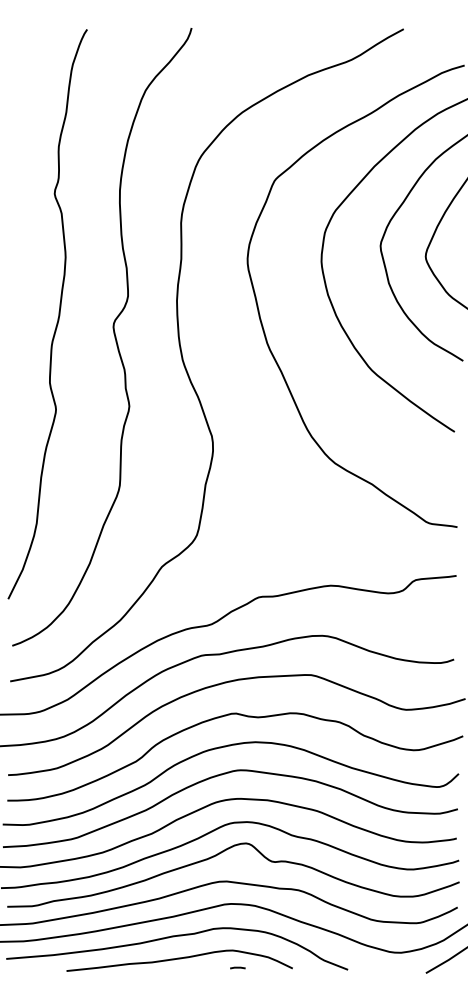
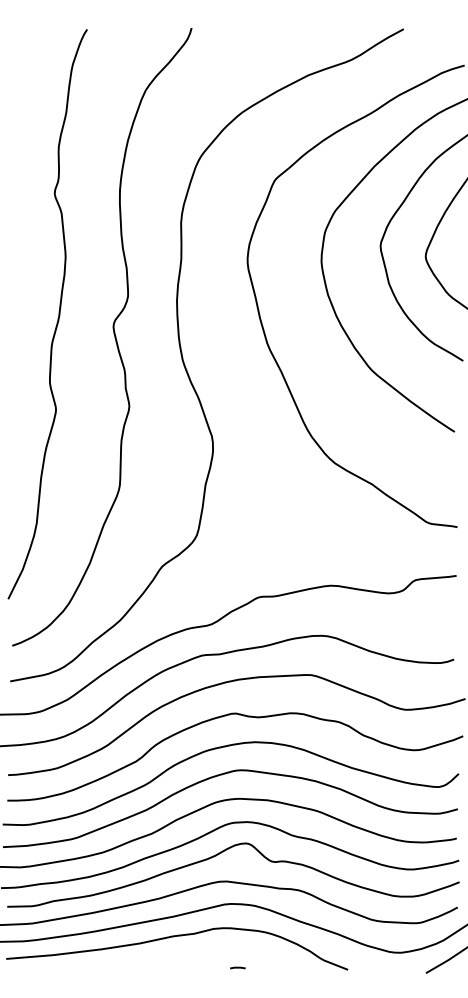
curve at (179, 959): present -> none
